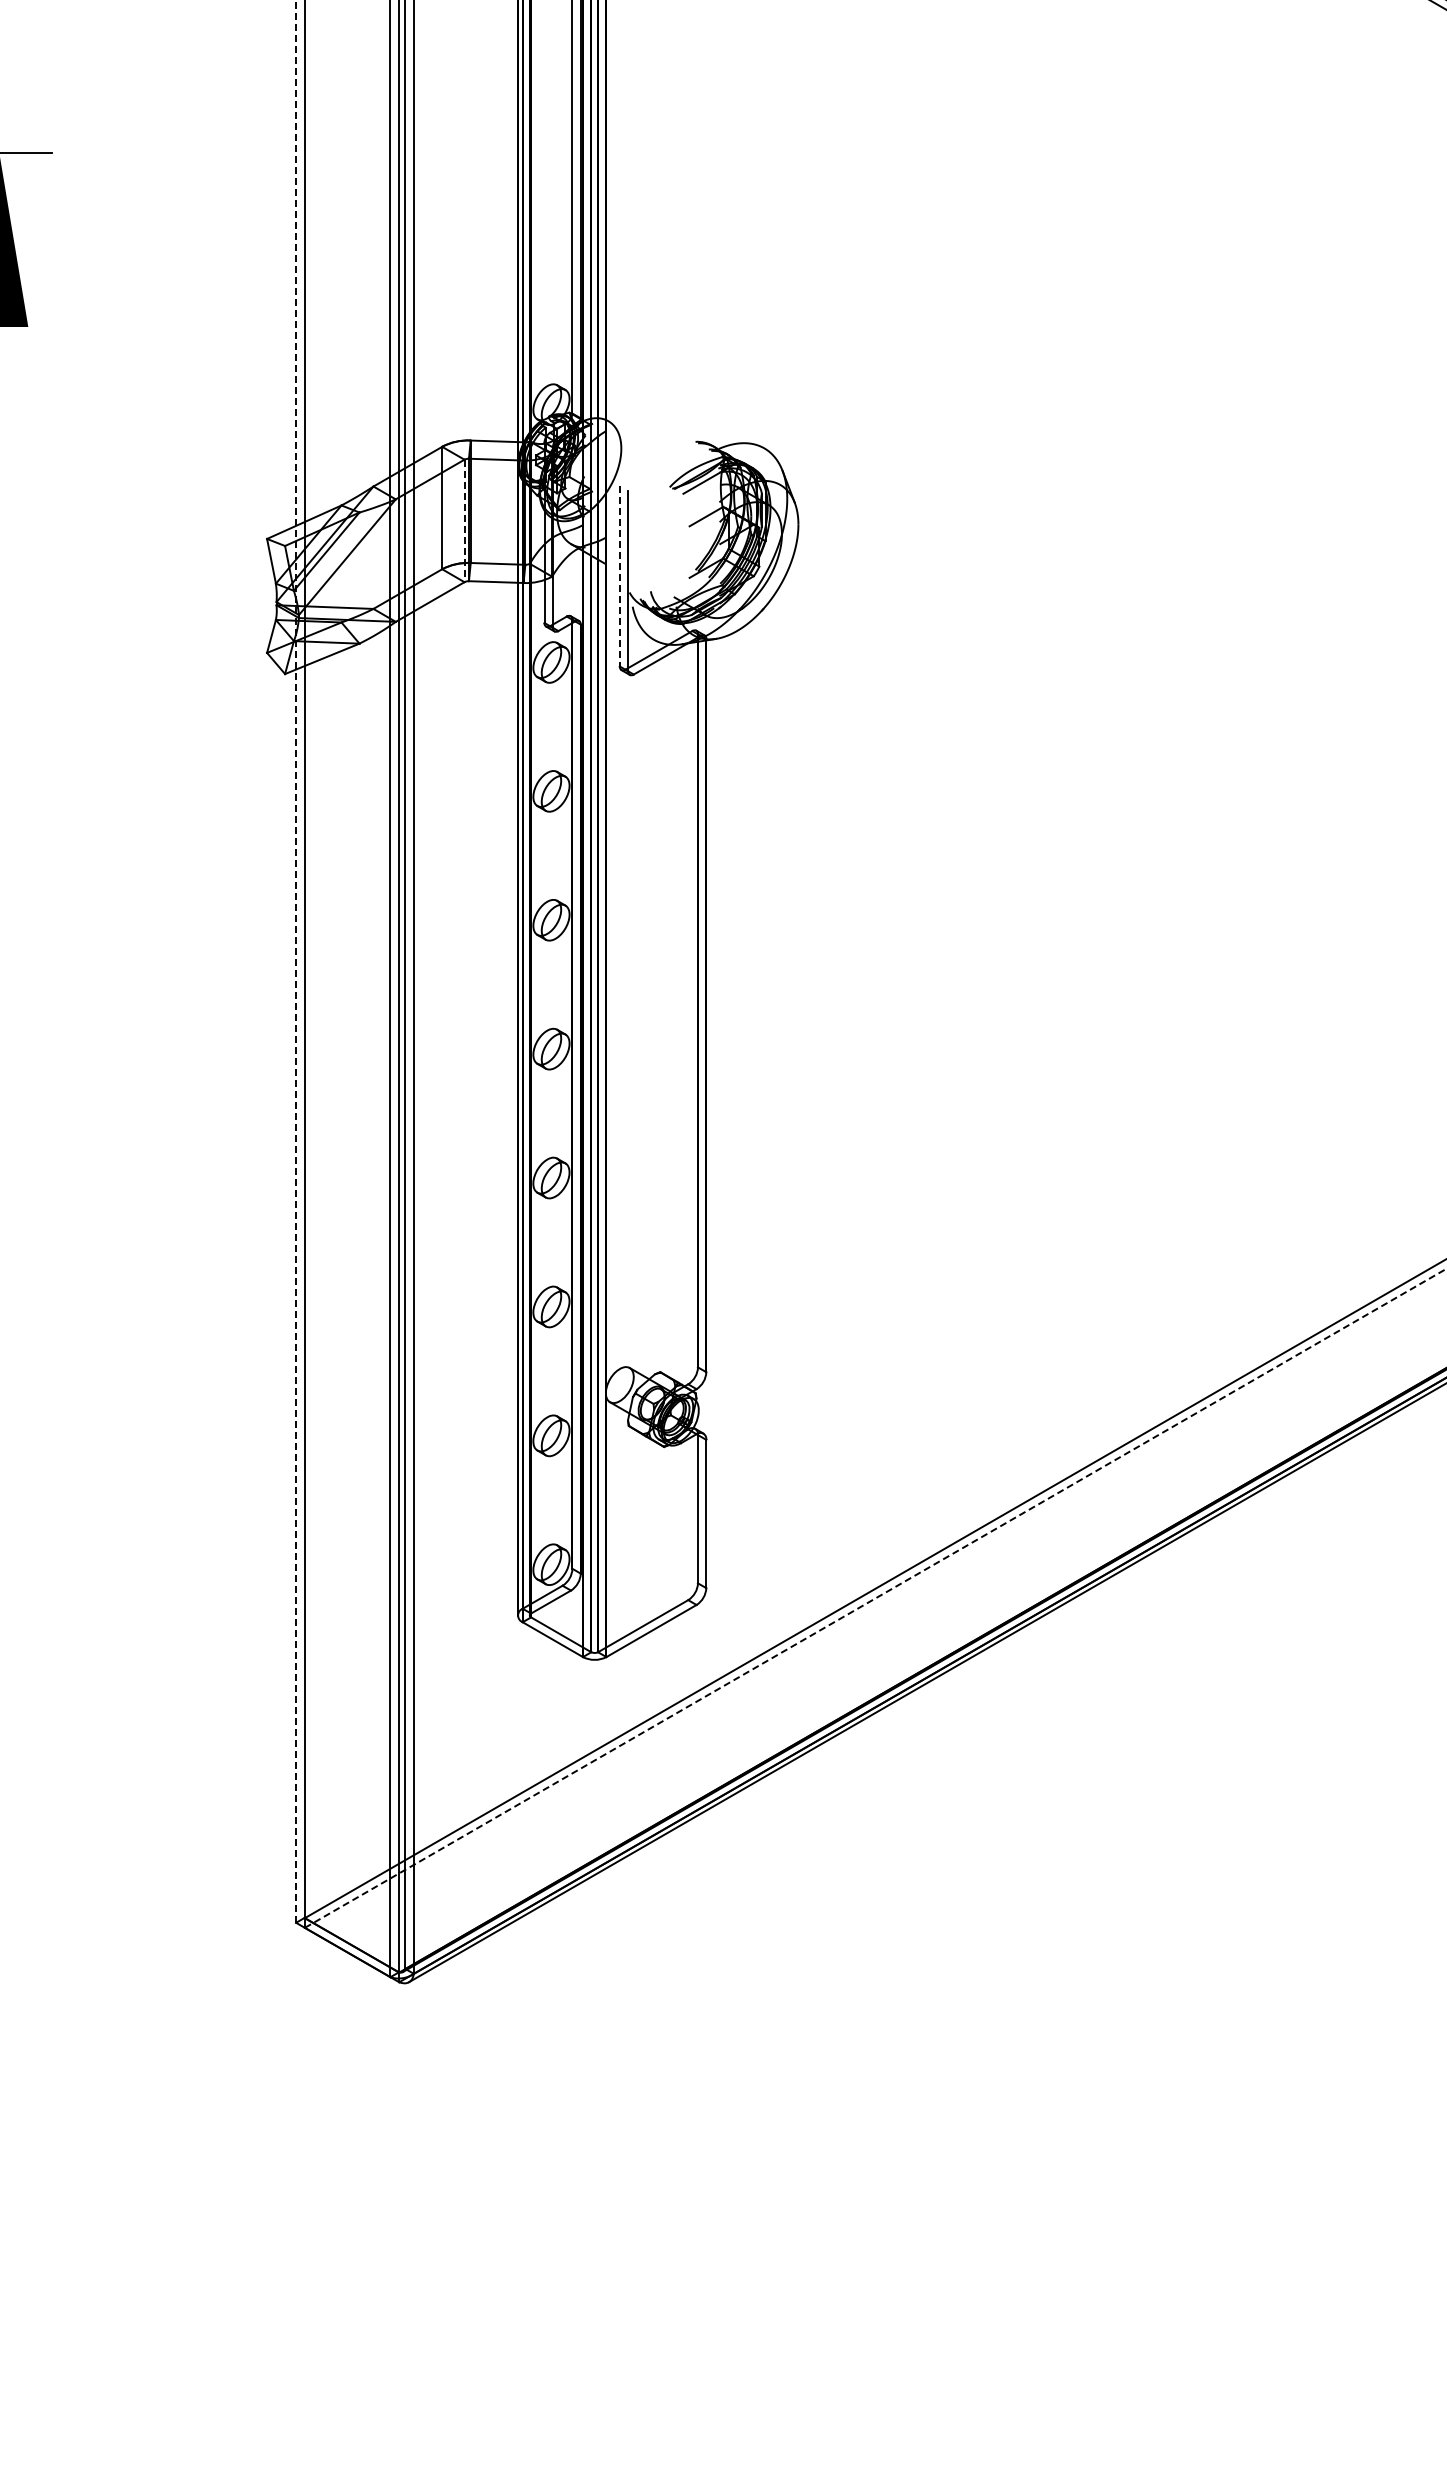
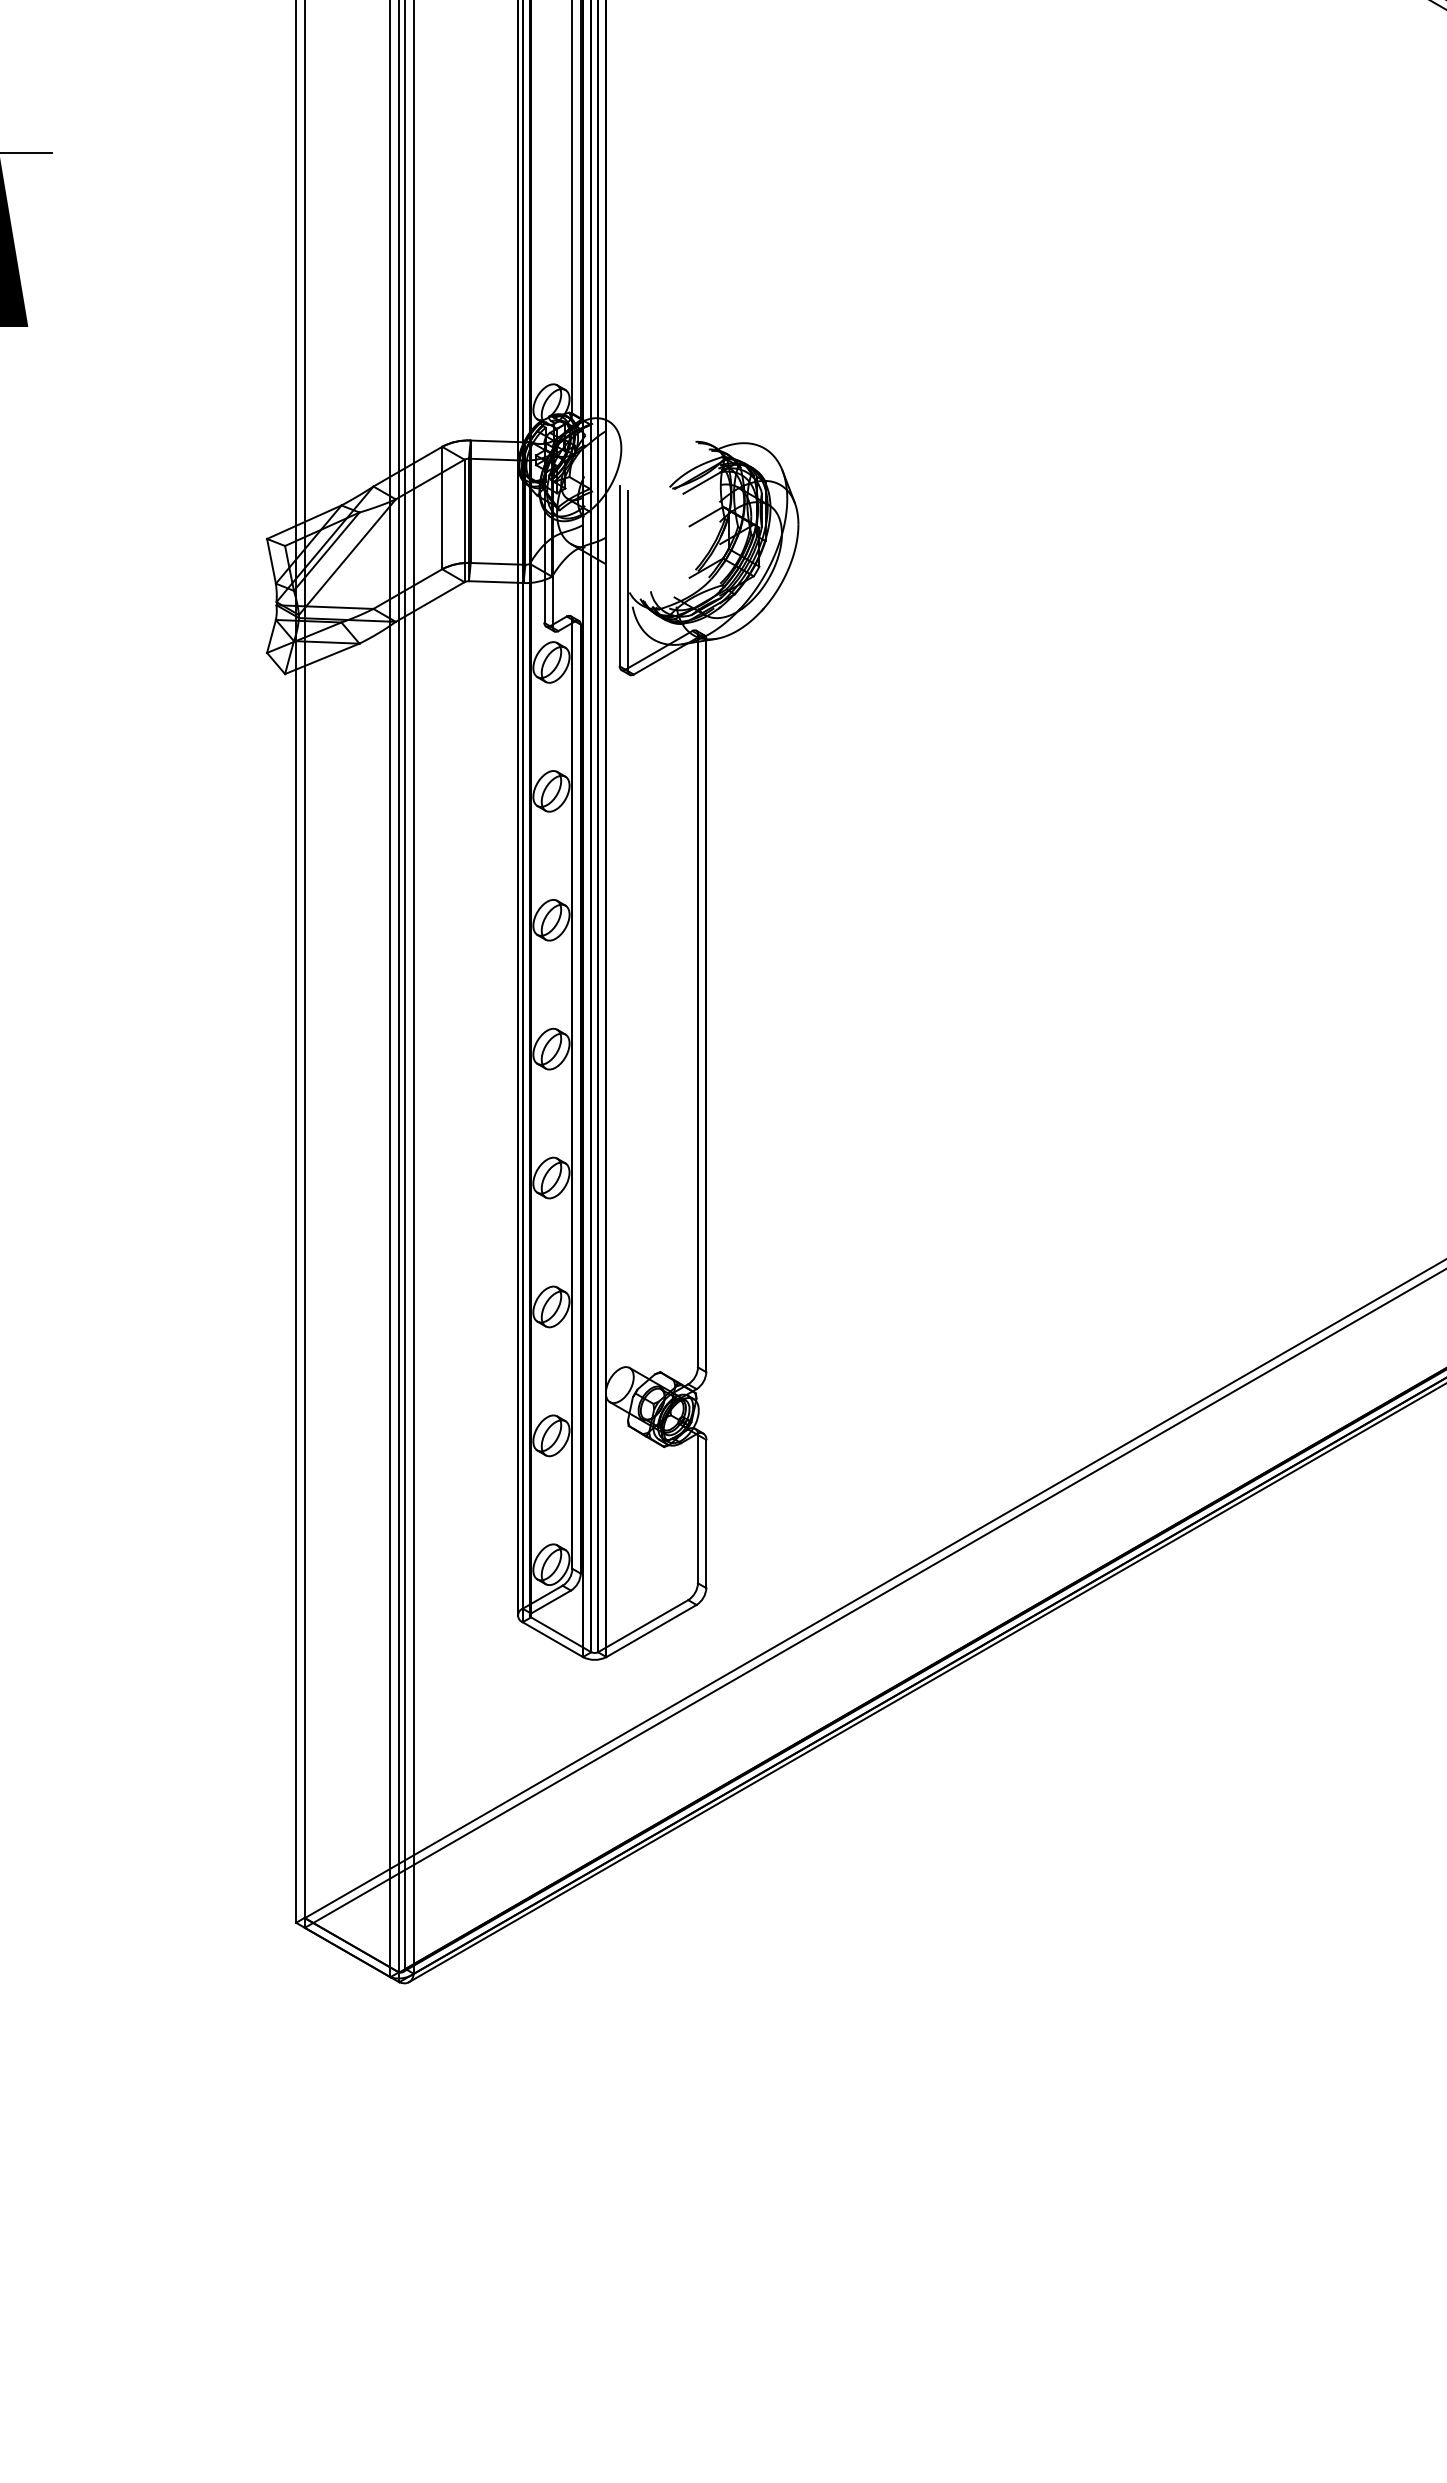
line at (464, 521): dashed -> solid
line at (619, 576): dashed -> solid
line at (296, 962): dashed -> solid
line at (876, 1597): dashed -> solid
